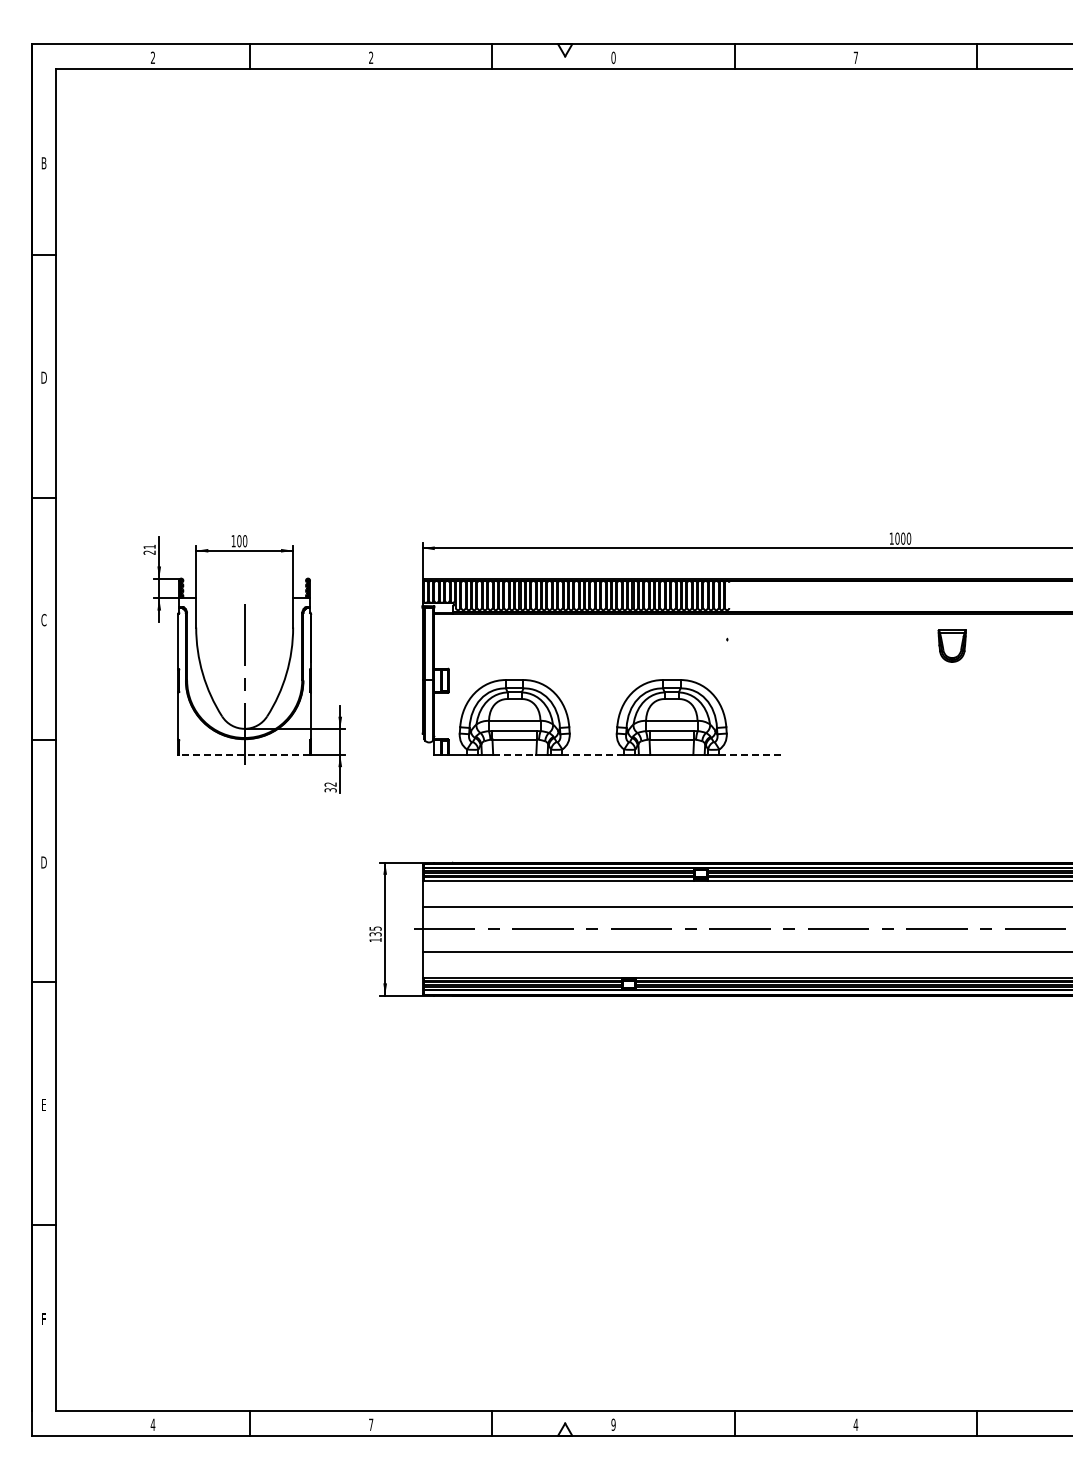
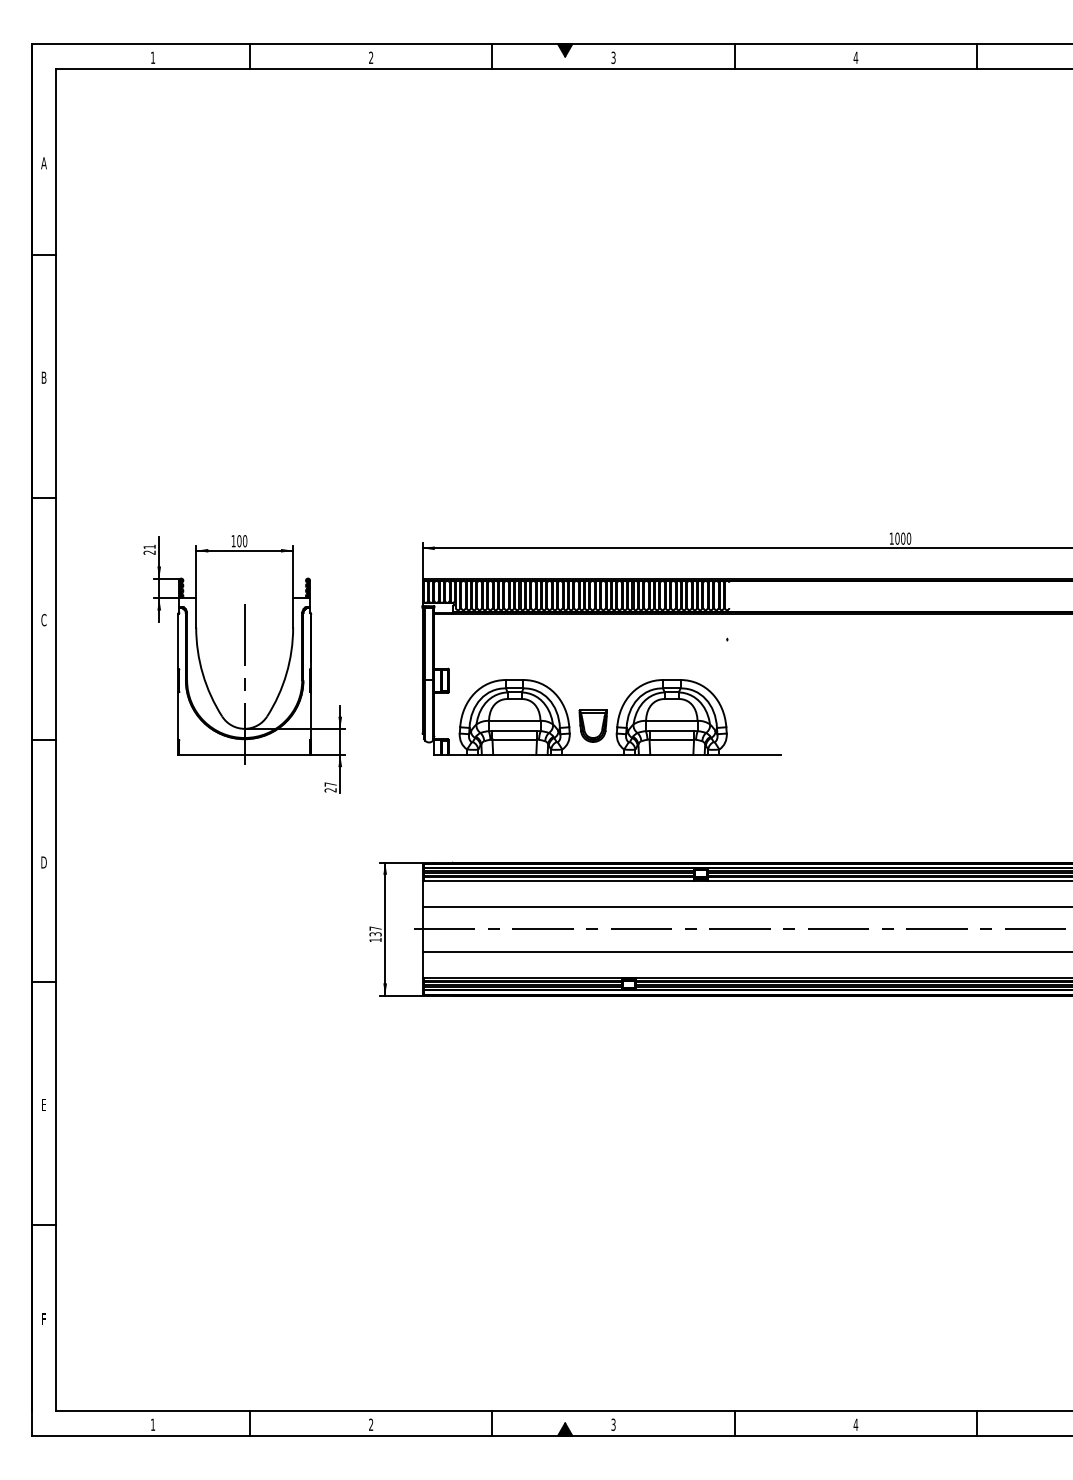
fill at (565, 50): none -> present
text at (152, 57): 2 -> 1
text at (613, 57): 0 -> 3
text at (855, 57): 7 -> 4
text at (43, 163): B -> A
text at (43, 377): D -> B
part at (951, 645) position: (951, 645) -> (592, 725)
line at (244, 755): dashed -> solid
line at (514, 755): dashed -> solid
line at (593, 755): dashed -> solid
line at (750, 755): dashed -> solid
text at (330, 787): 32 -> 27
text at (375, 928): 135 -> 137
text at (152, 1424): 4 -> 1
text at (371, 1424): 7 -> 2
text at (613, 1424): 9 -> 3
fill at (565, 1429): none -> present
